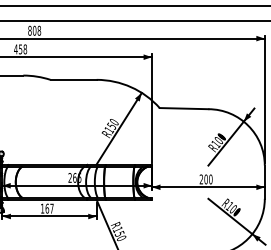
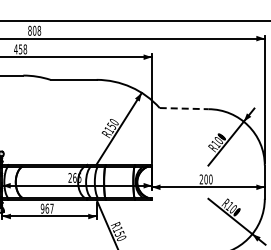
line at (134, 6): present -> none
line at (184, 108): solid -> dashed
text at (42, 208): 167 -> 967
